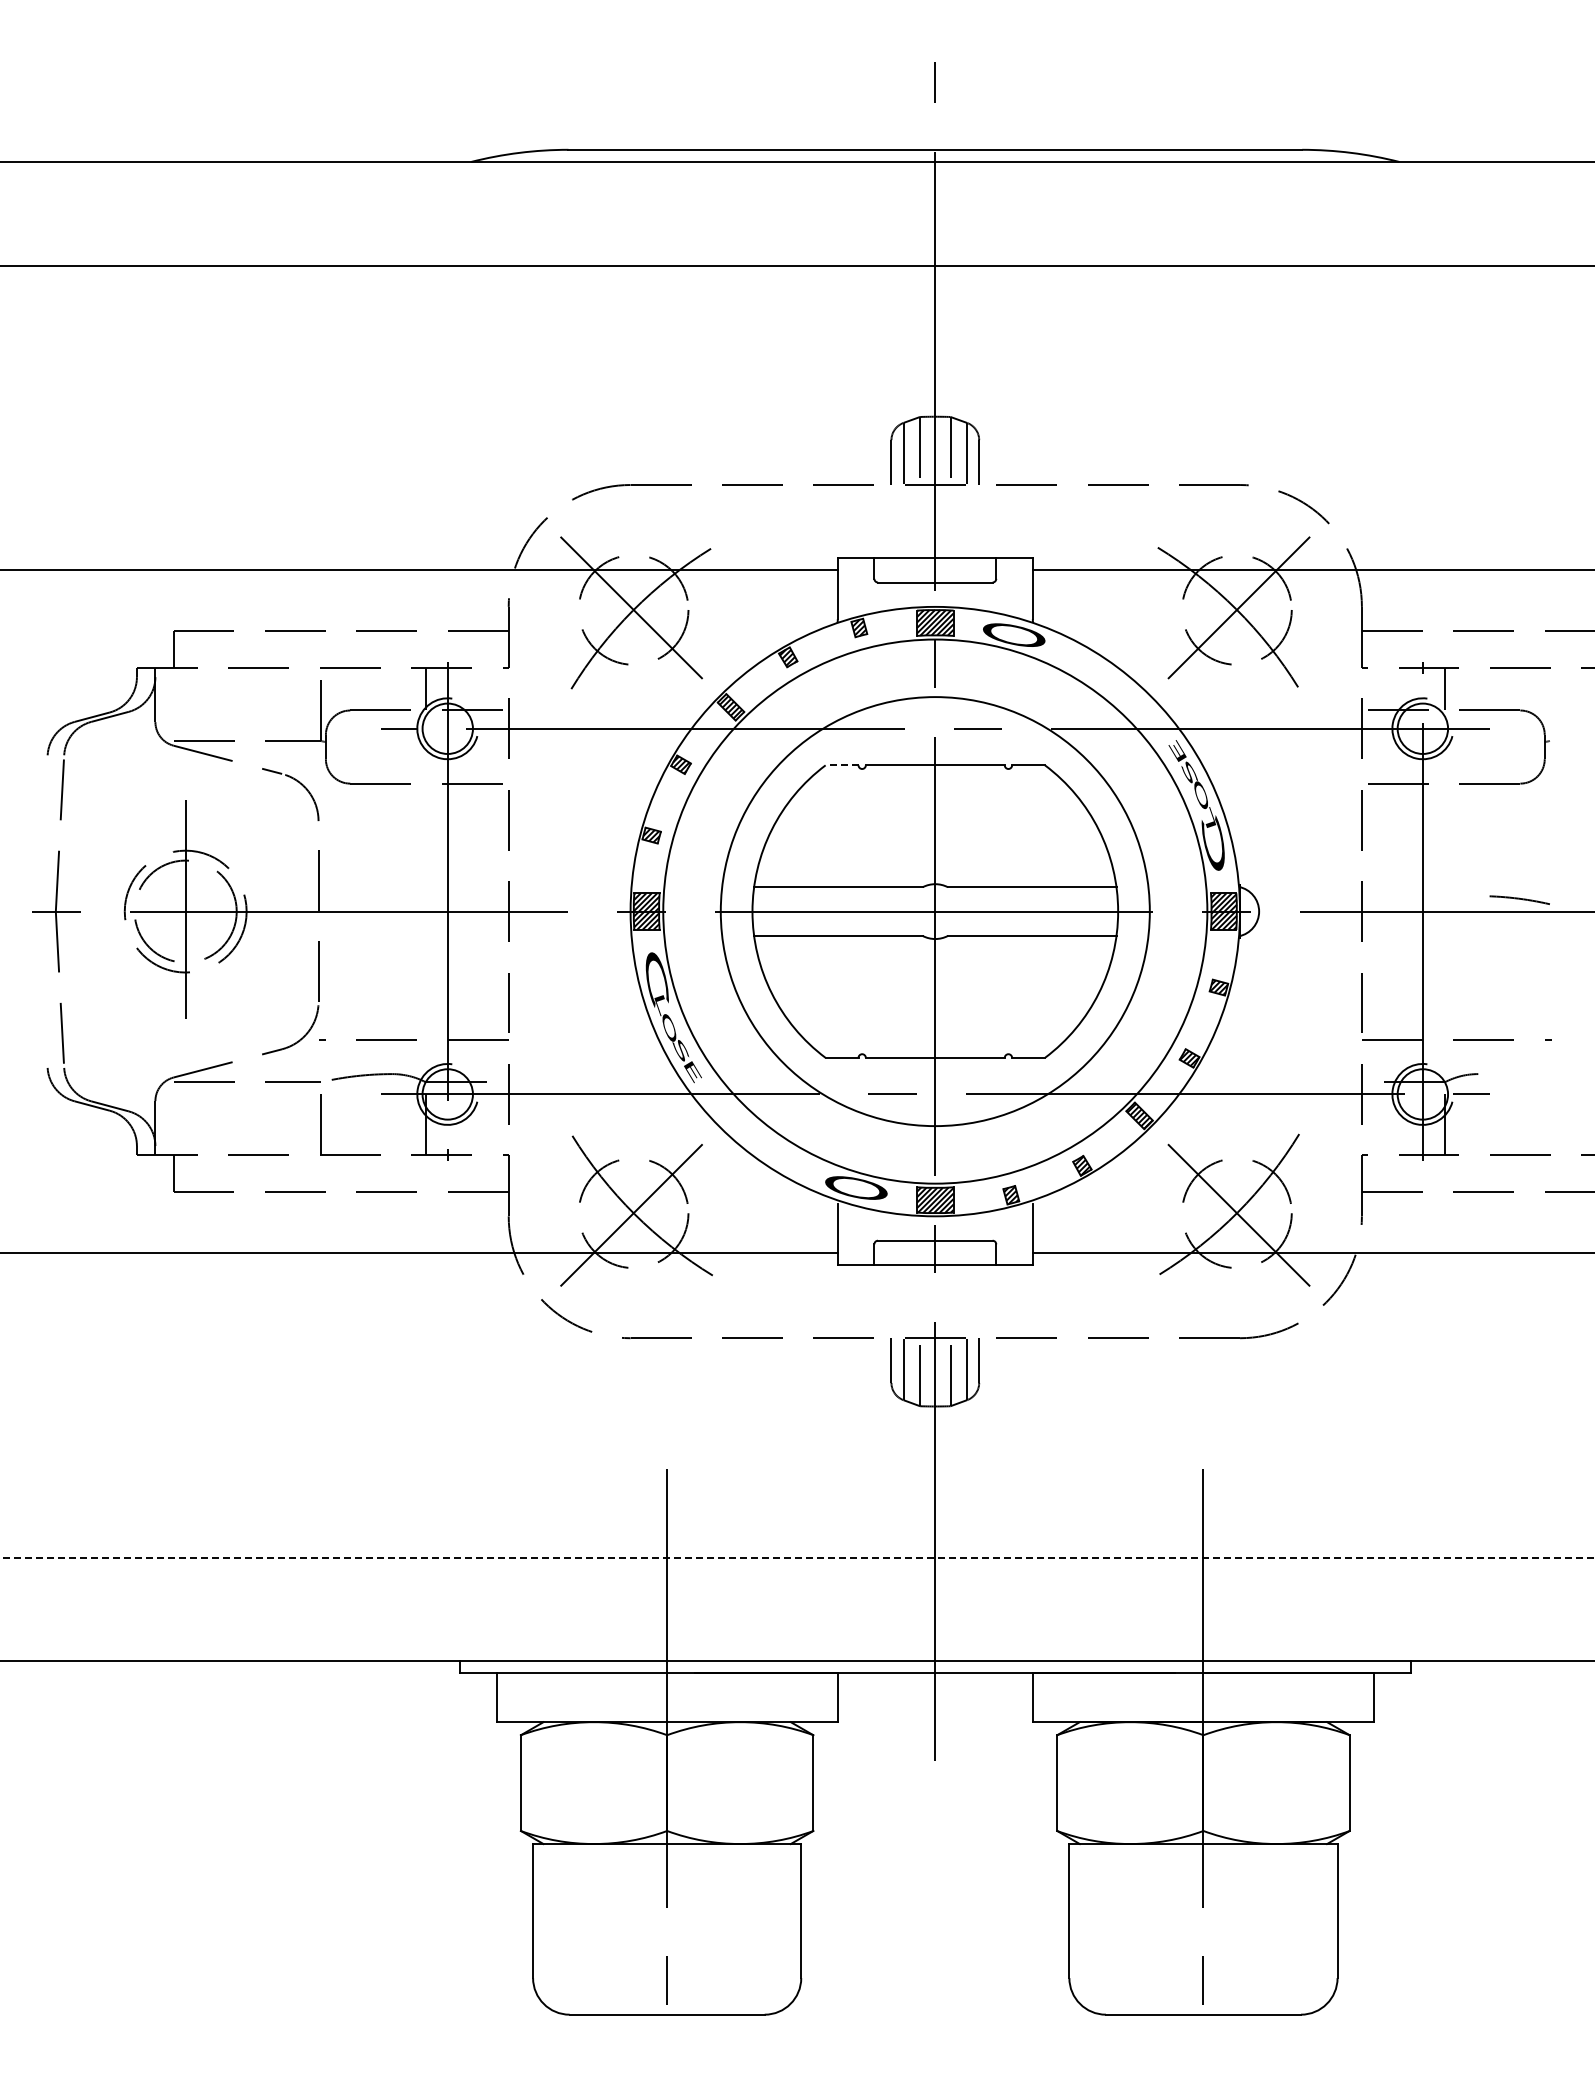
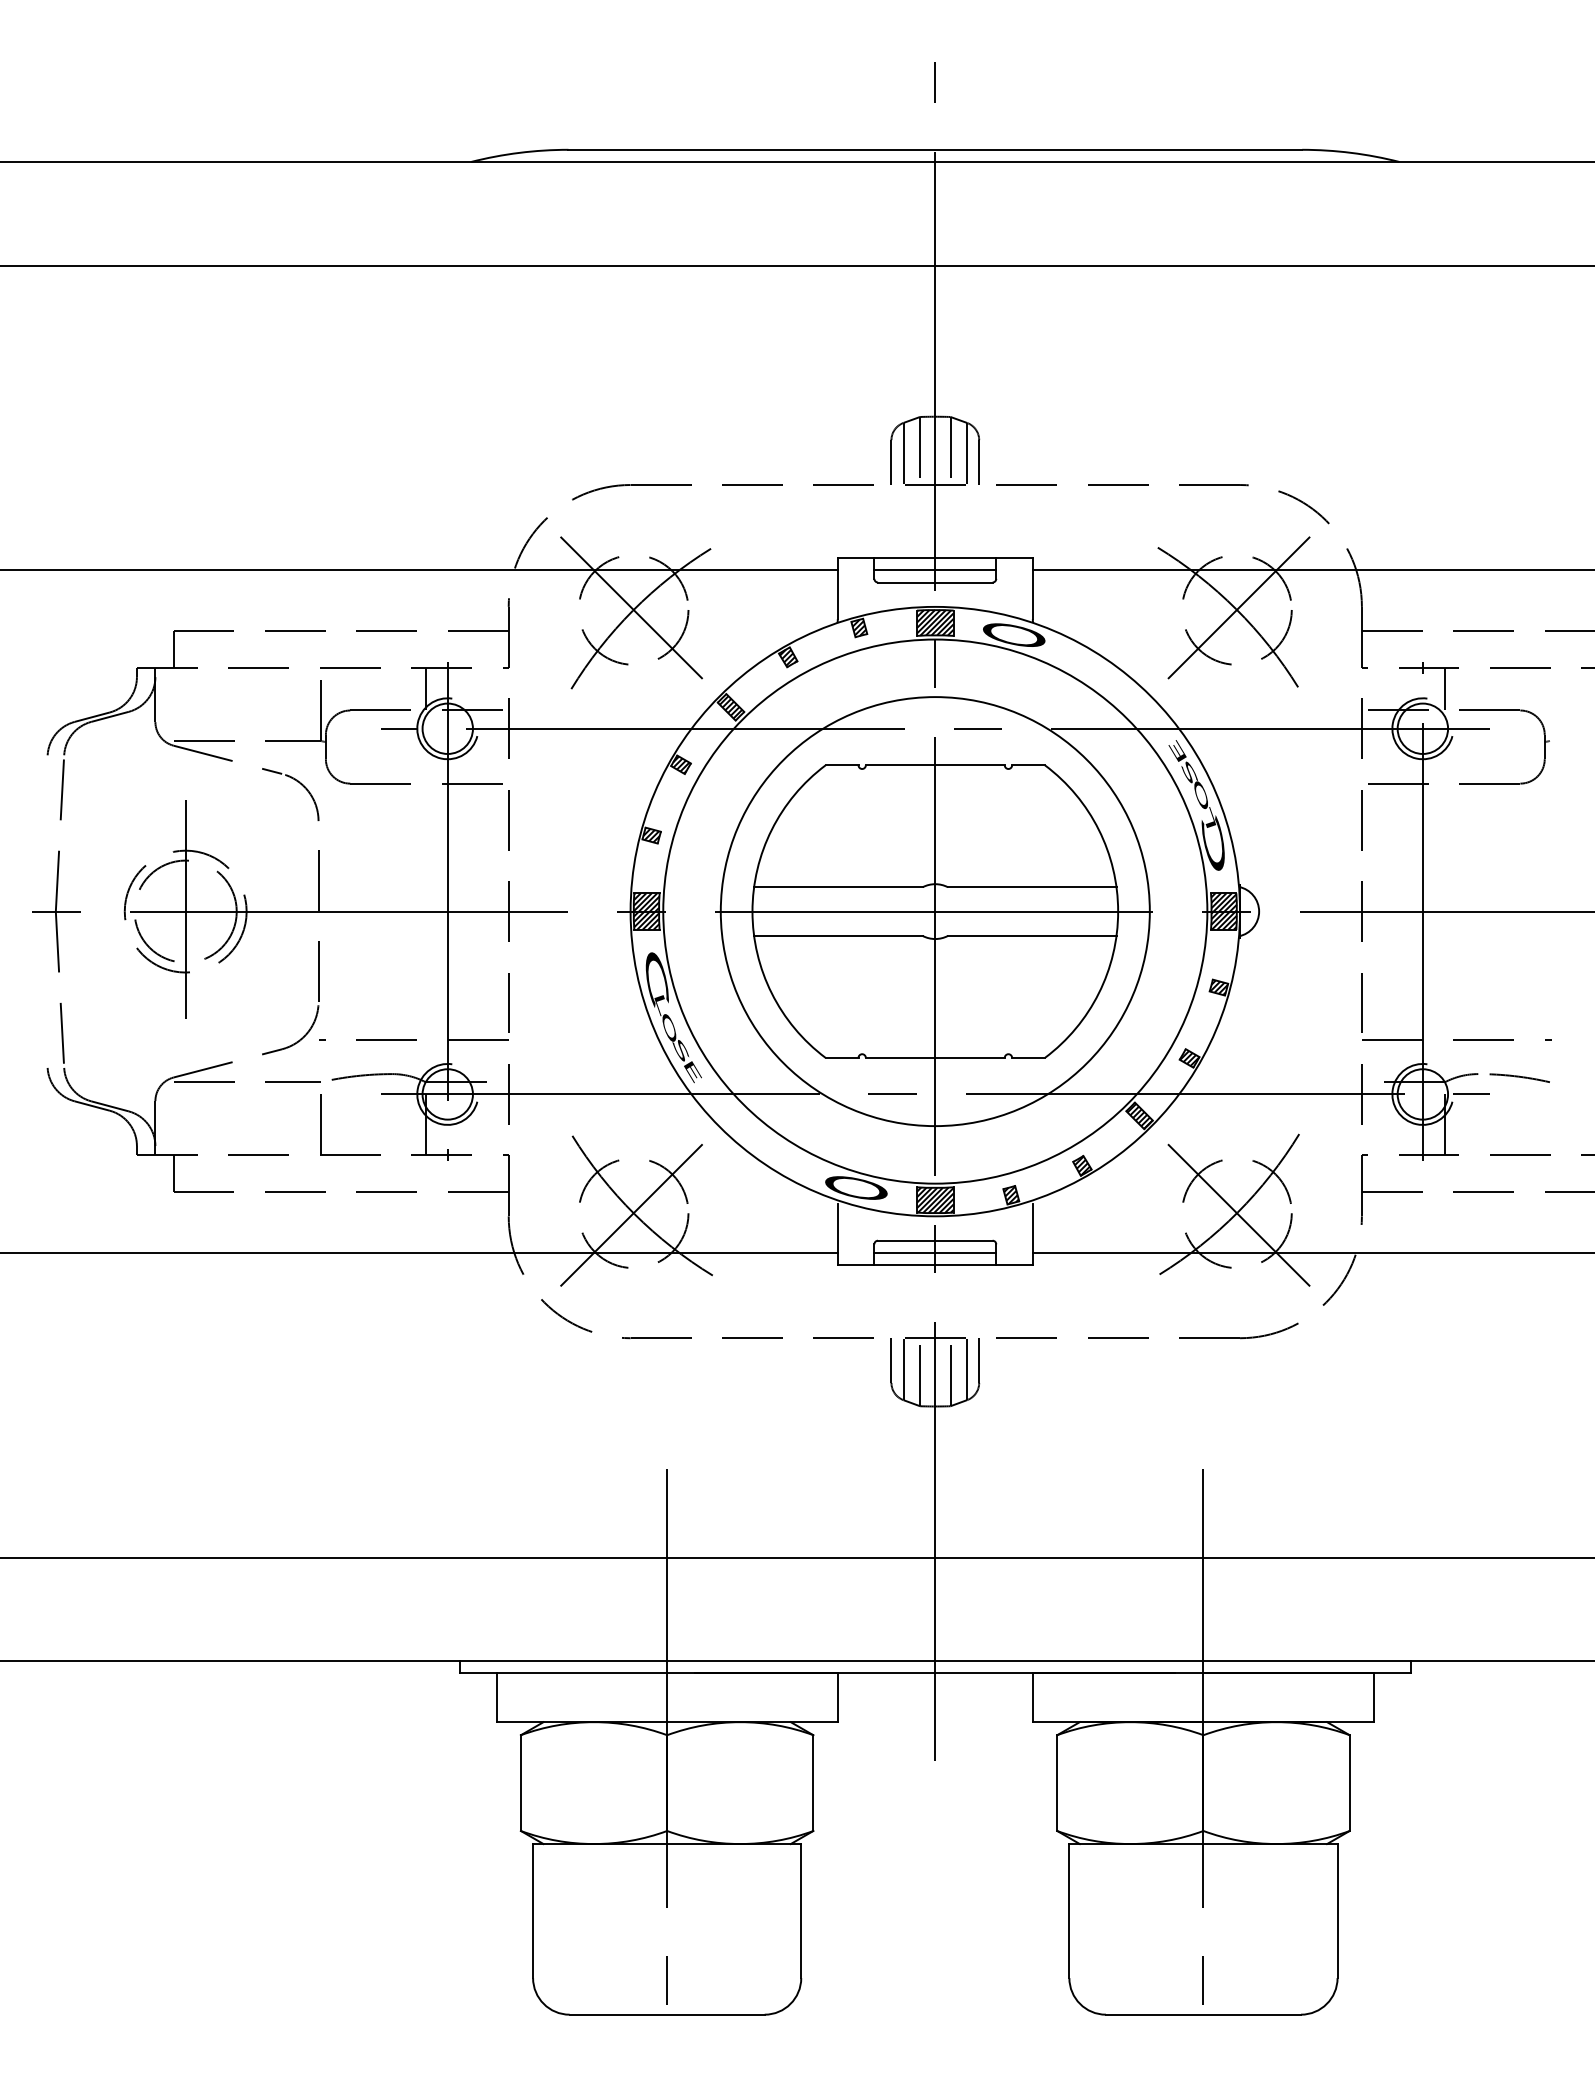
line at (935, 570): none -> present
line at (841, 765): dashed -> solid
arc at (1519, 899) position: (1519, 899) -> (1519, 1077)
line at (935, 1252): none -> present
line at (797, 1557): dashed -> solid
